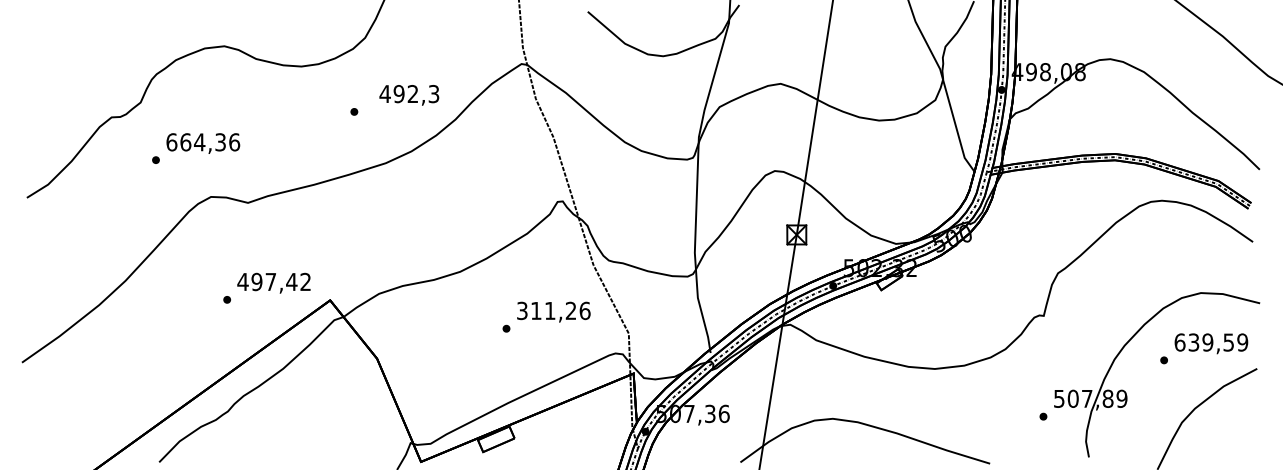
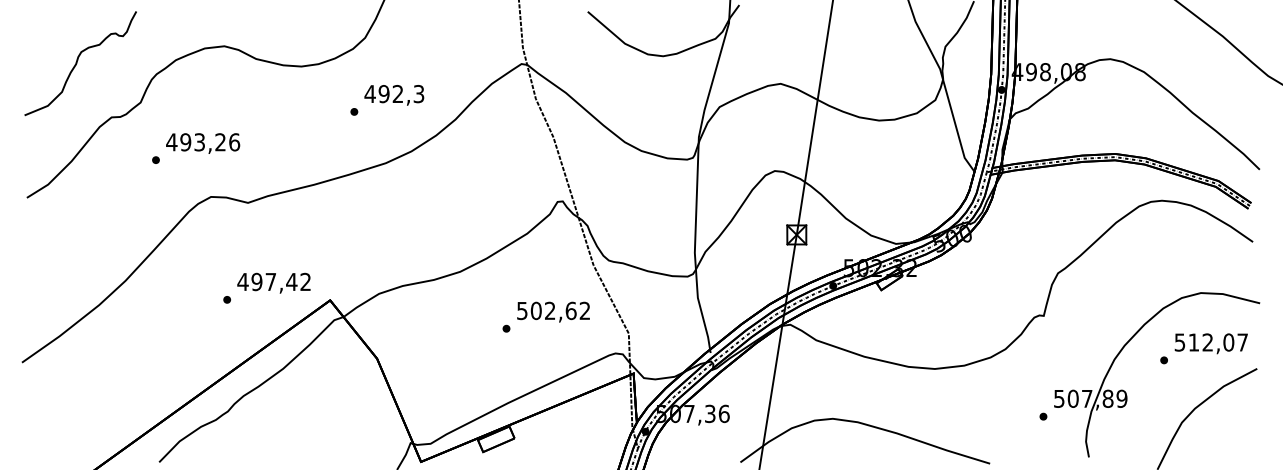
curve at (77, 63): none -> present
text at (409, 95) position: (409, 95) -> (394, 95)
text at (195, 142): 664,36 -> 493,26
text at (553, 310): 311,26 -> 502,62
text at (1211, 342): 639,59 -> 512,07
